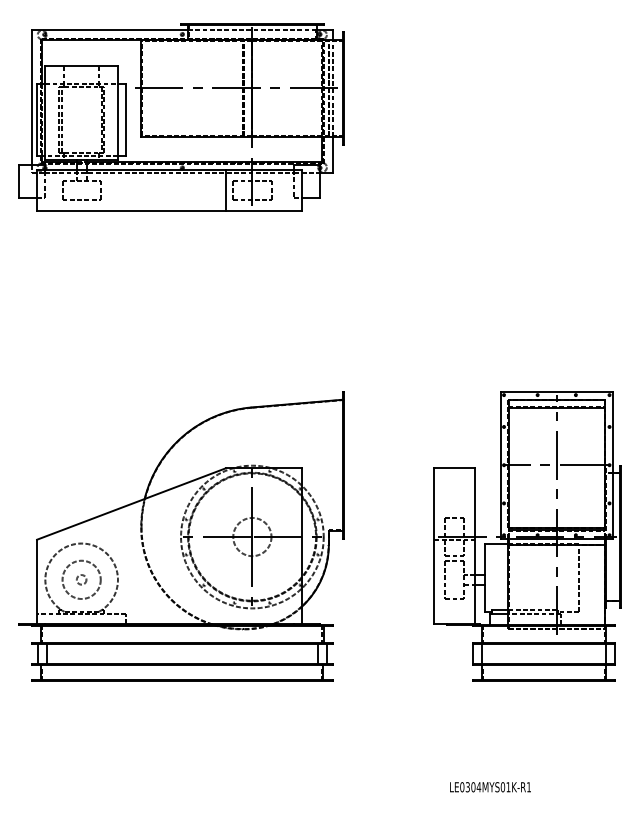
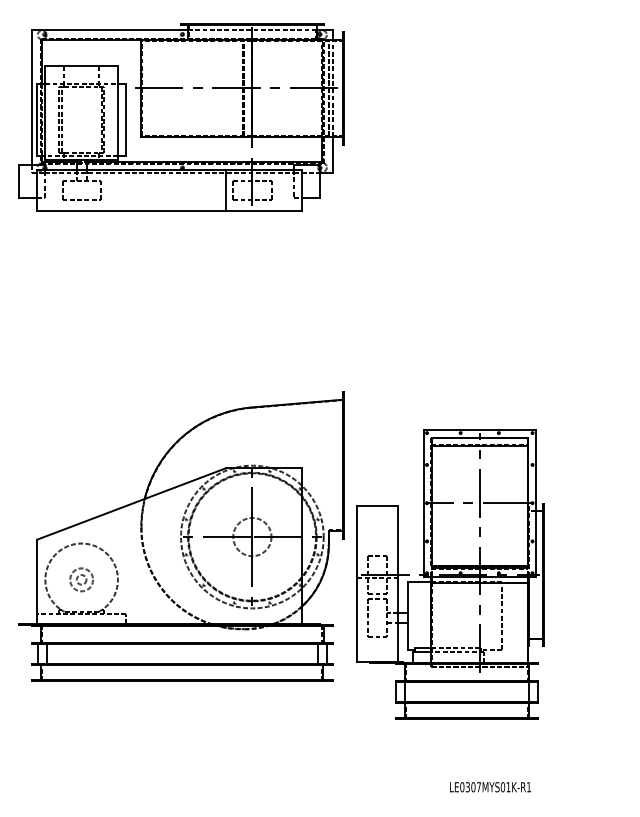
part at (527, 536) position: (527, 536) -> (450, 574)
circle at (81, 579) diameter: 38 px -> 23 px
text at (478, 787): LE0304MYS01K-R1 -> LE0307MYS01K-R1
